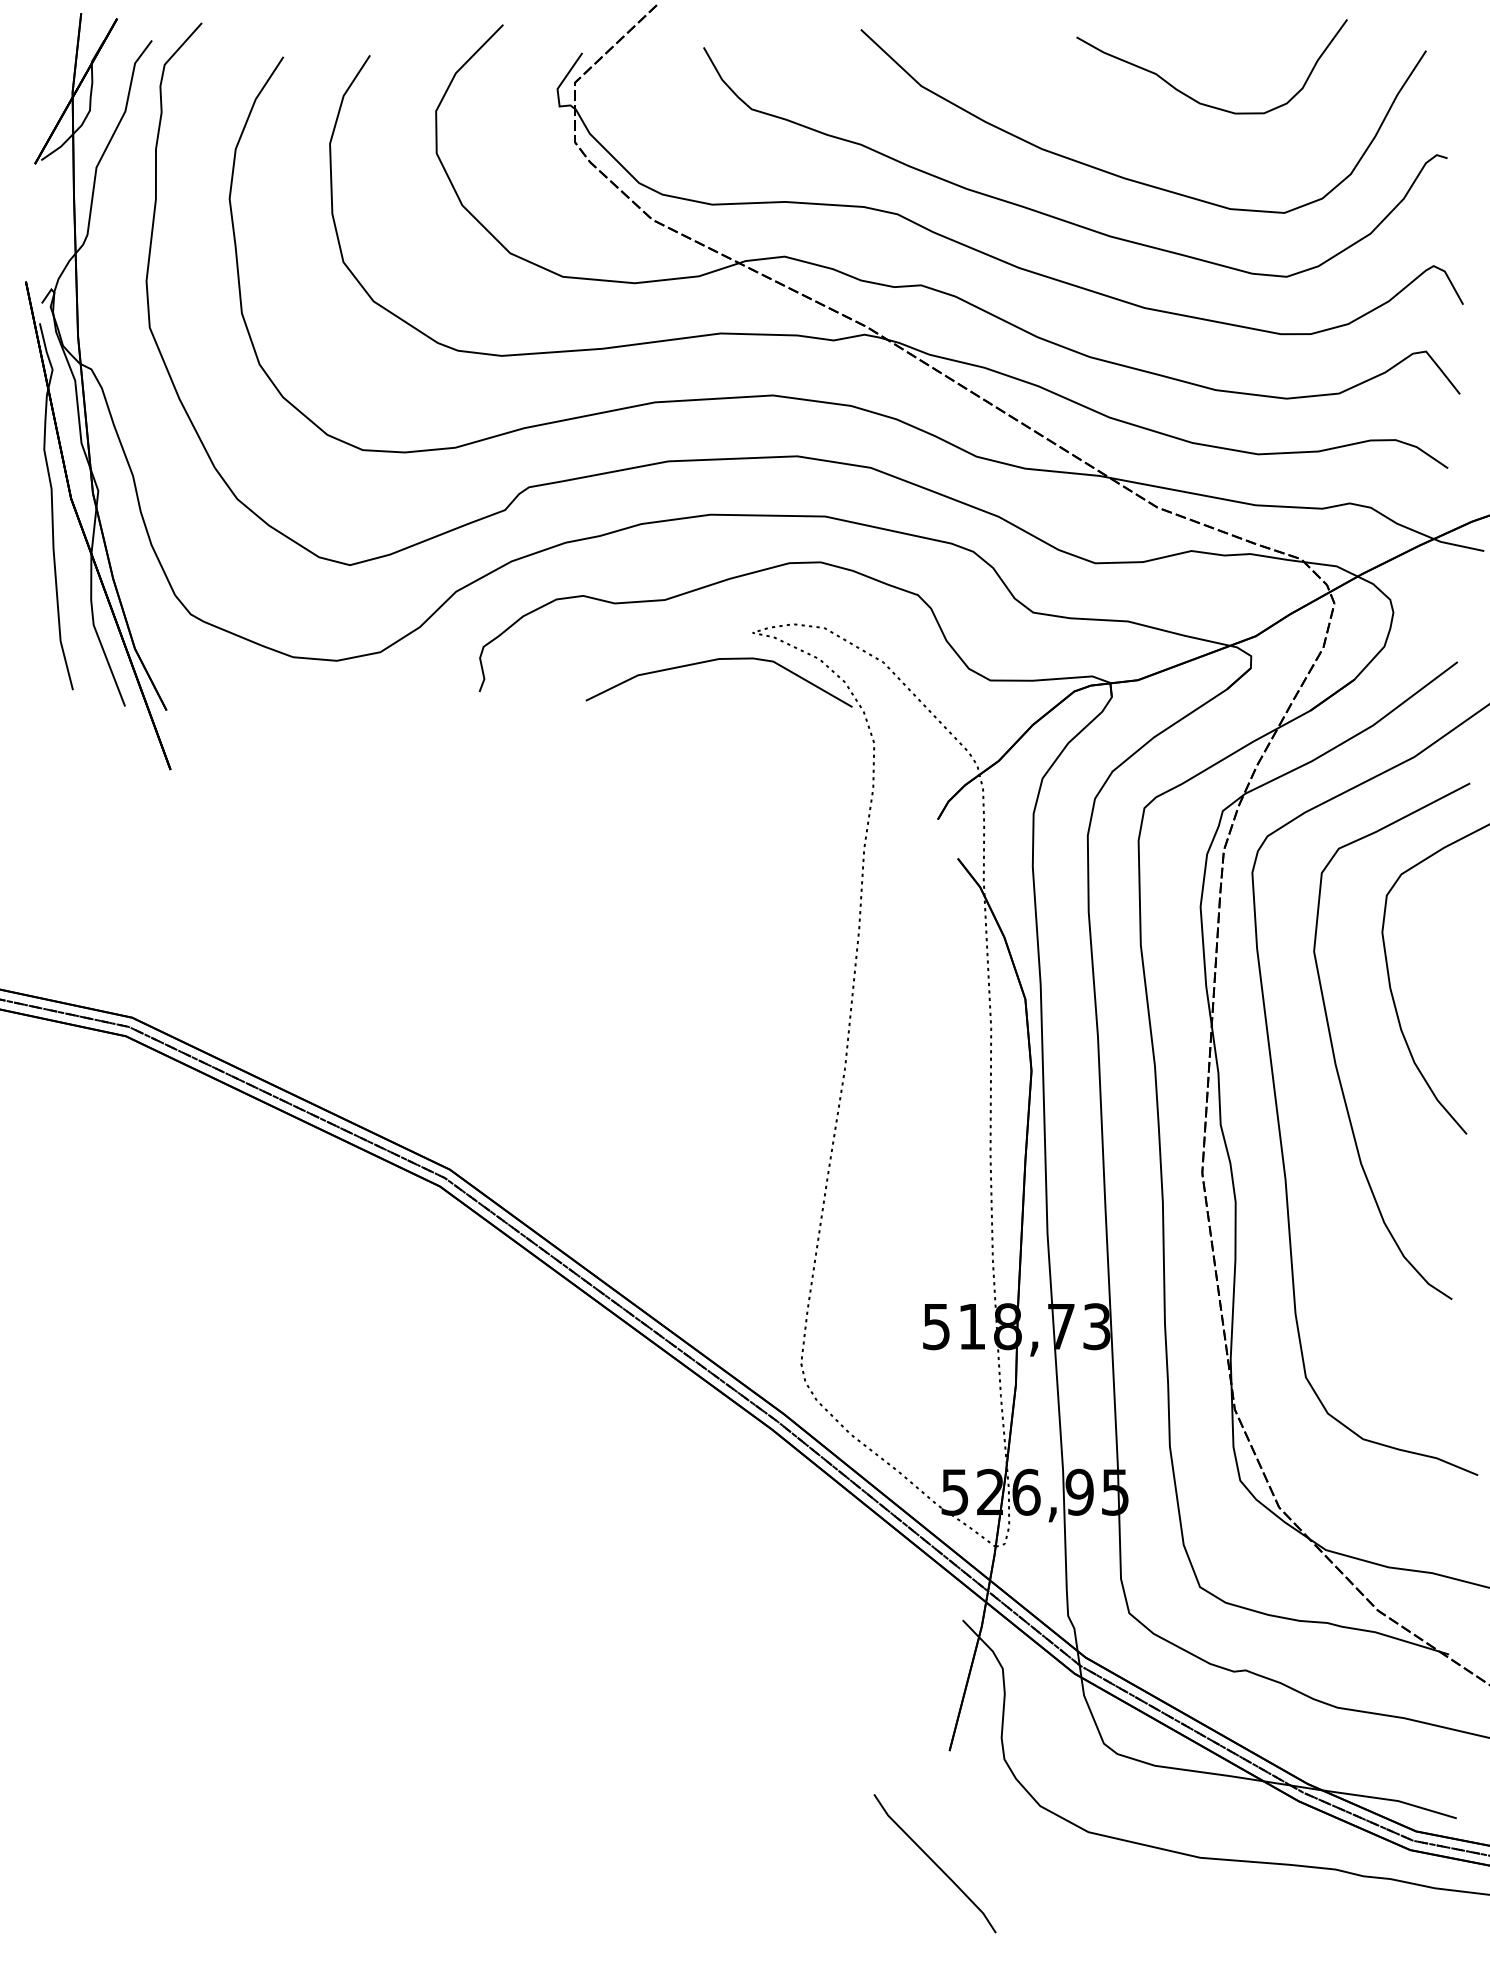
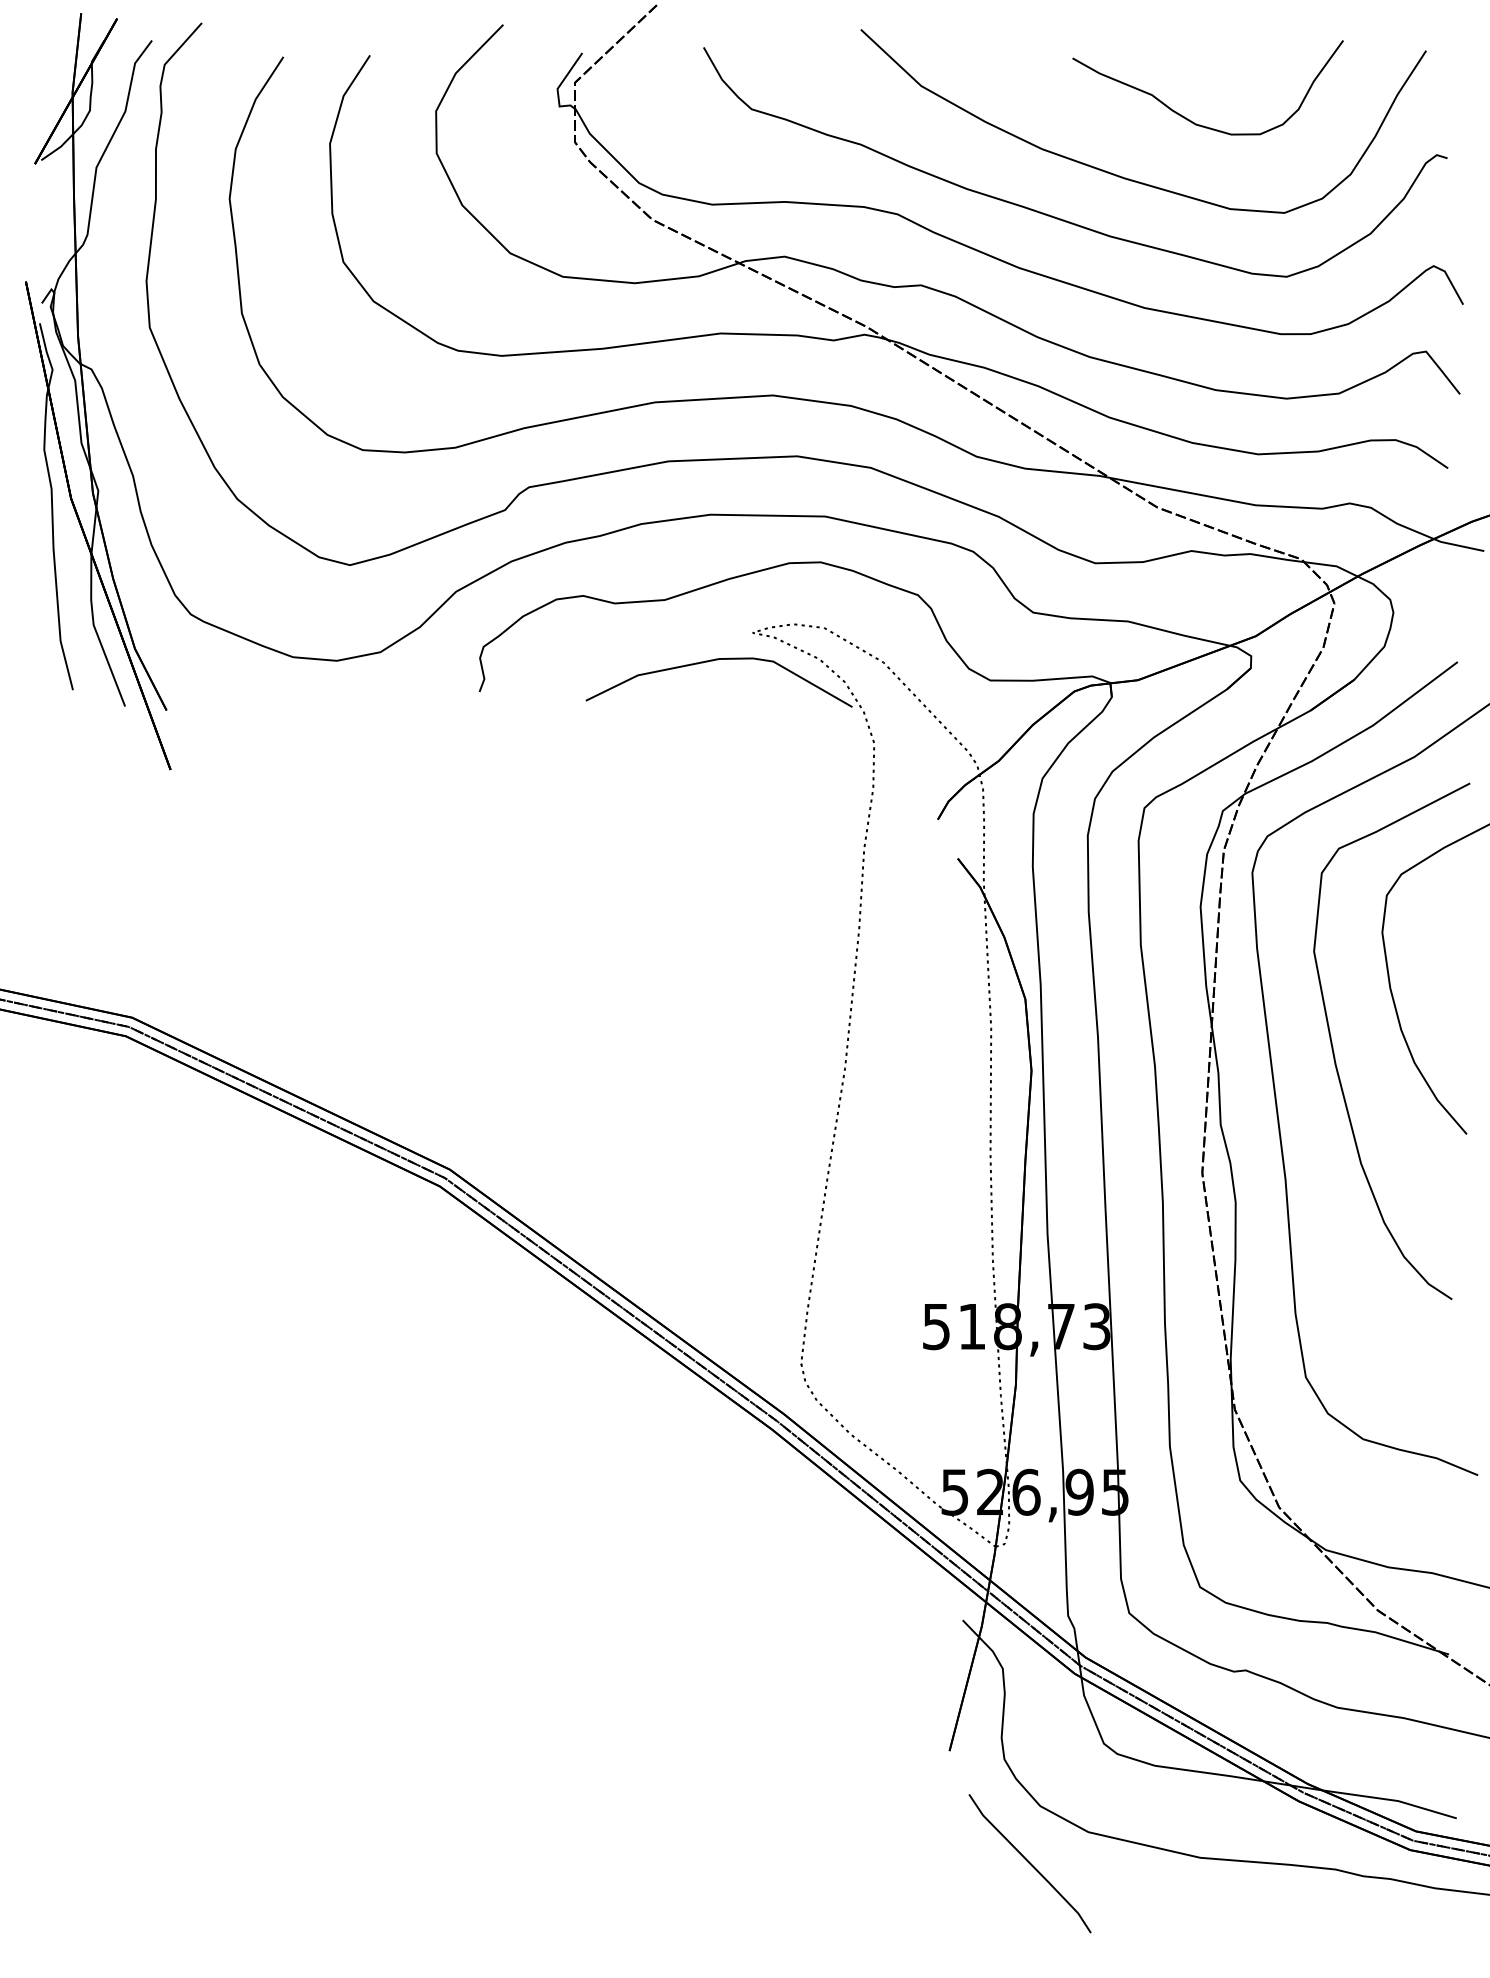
curve at (1190, 96) position: (1190, 96) -> (1186, 117)
line at (934, 1863) position: (934, 1863) -> (1029, 1863)
